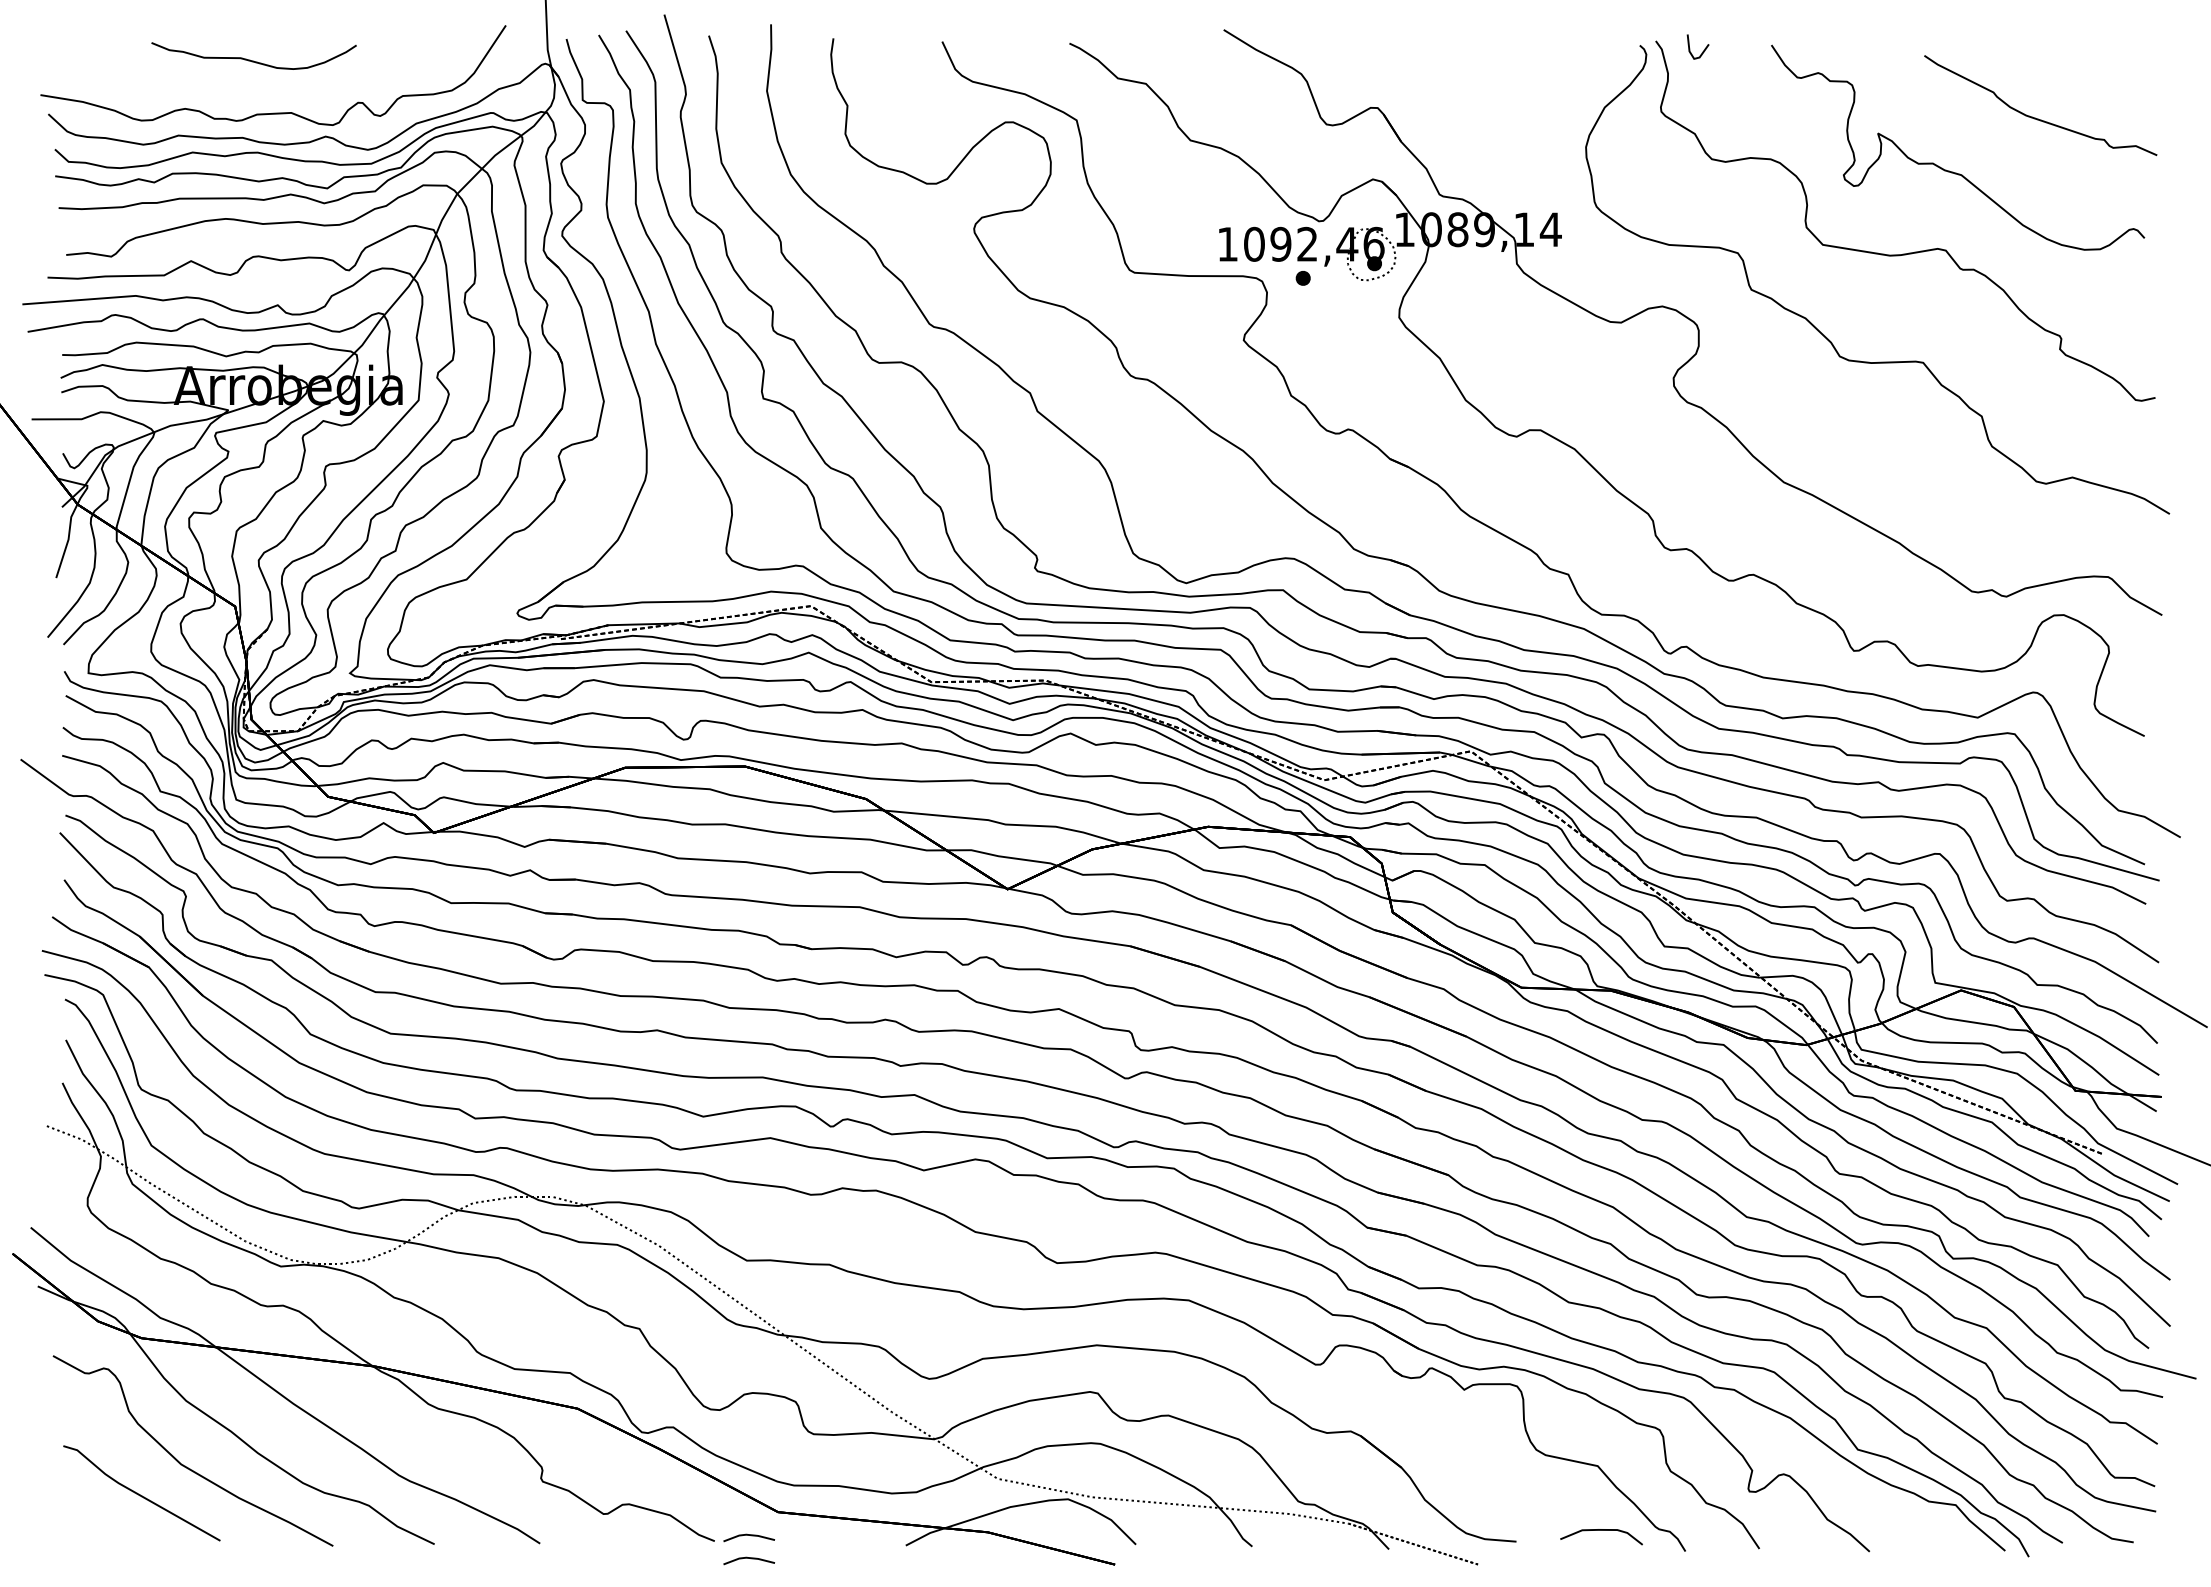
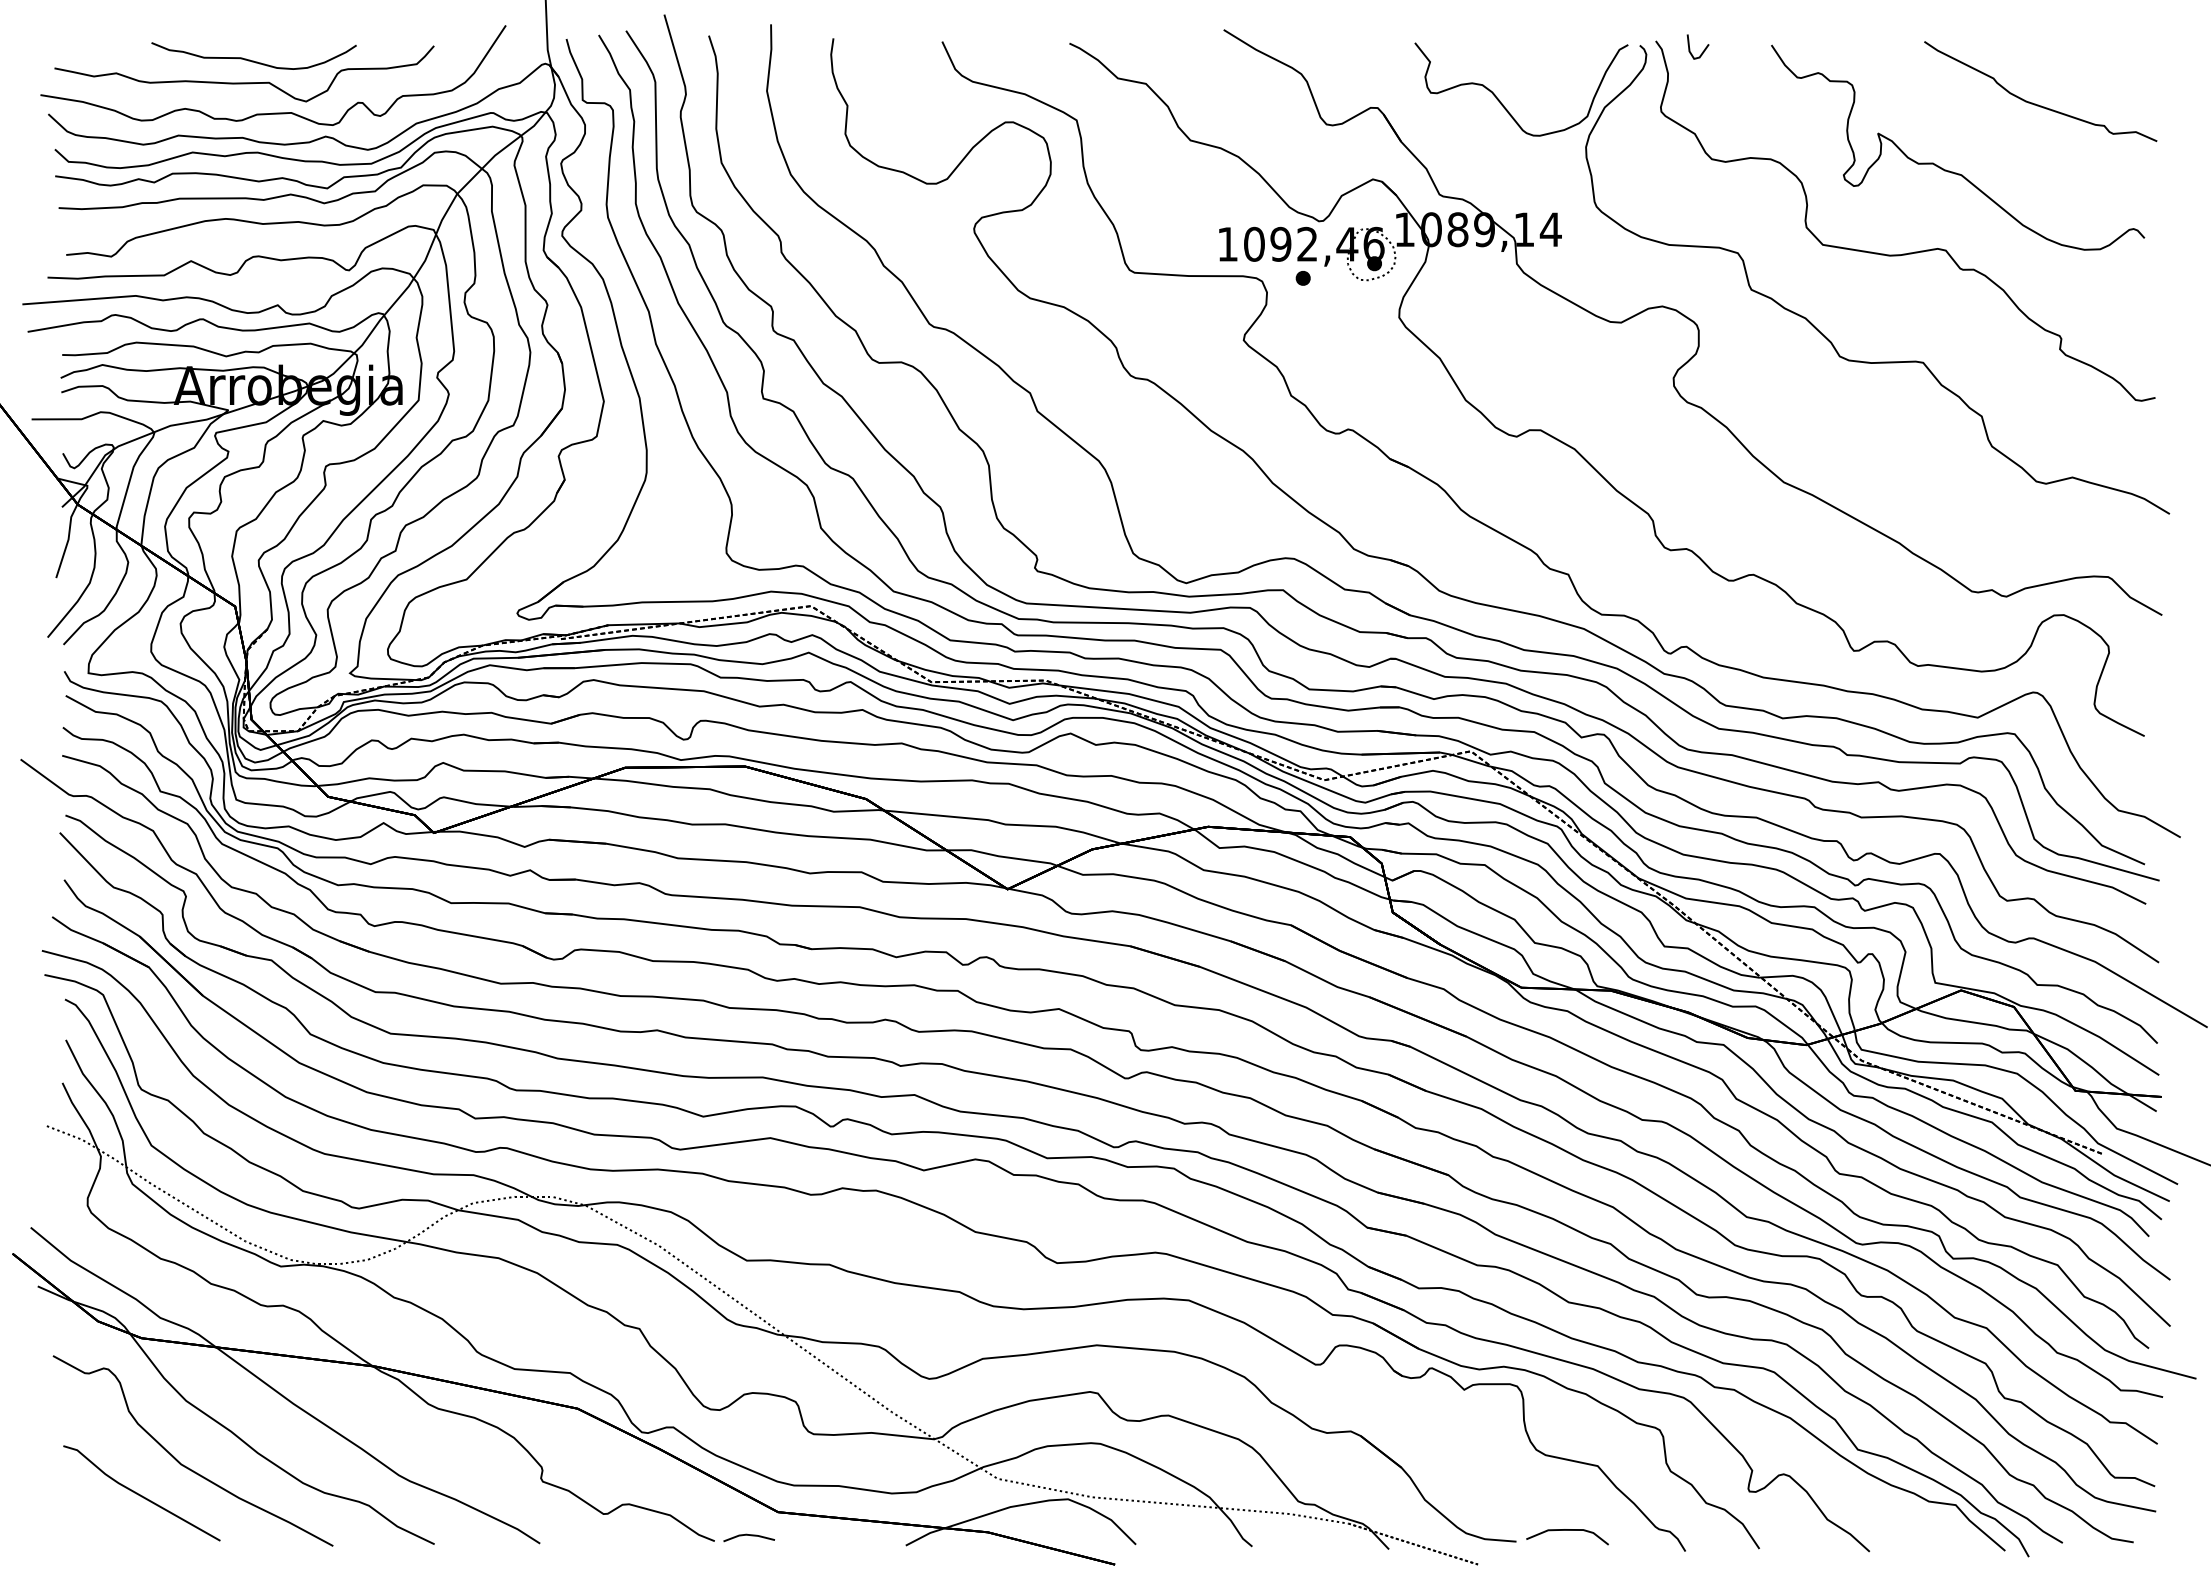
curve at (244, 82): none -> present
curve at (1504, 105): none -> present
curve at (2035, 117) position: (2035, 117) -> (2035, 103)
curve at (1601, 1530) position: (1601, 1530) -> (1567, 1530)
line at (748, 1558): present -> none
